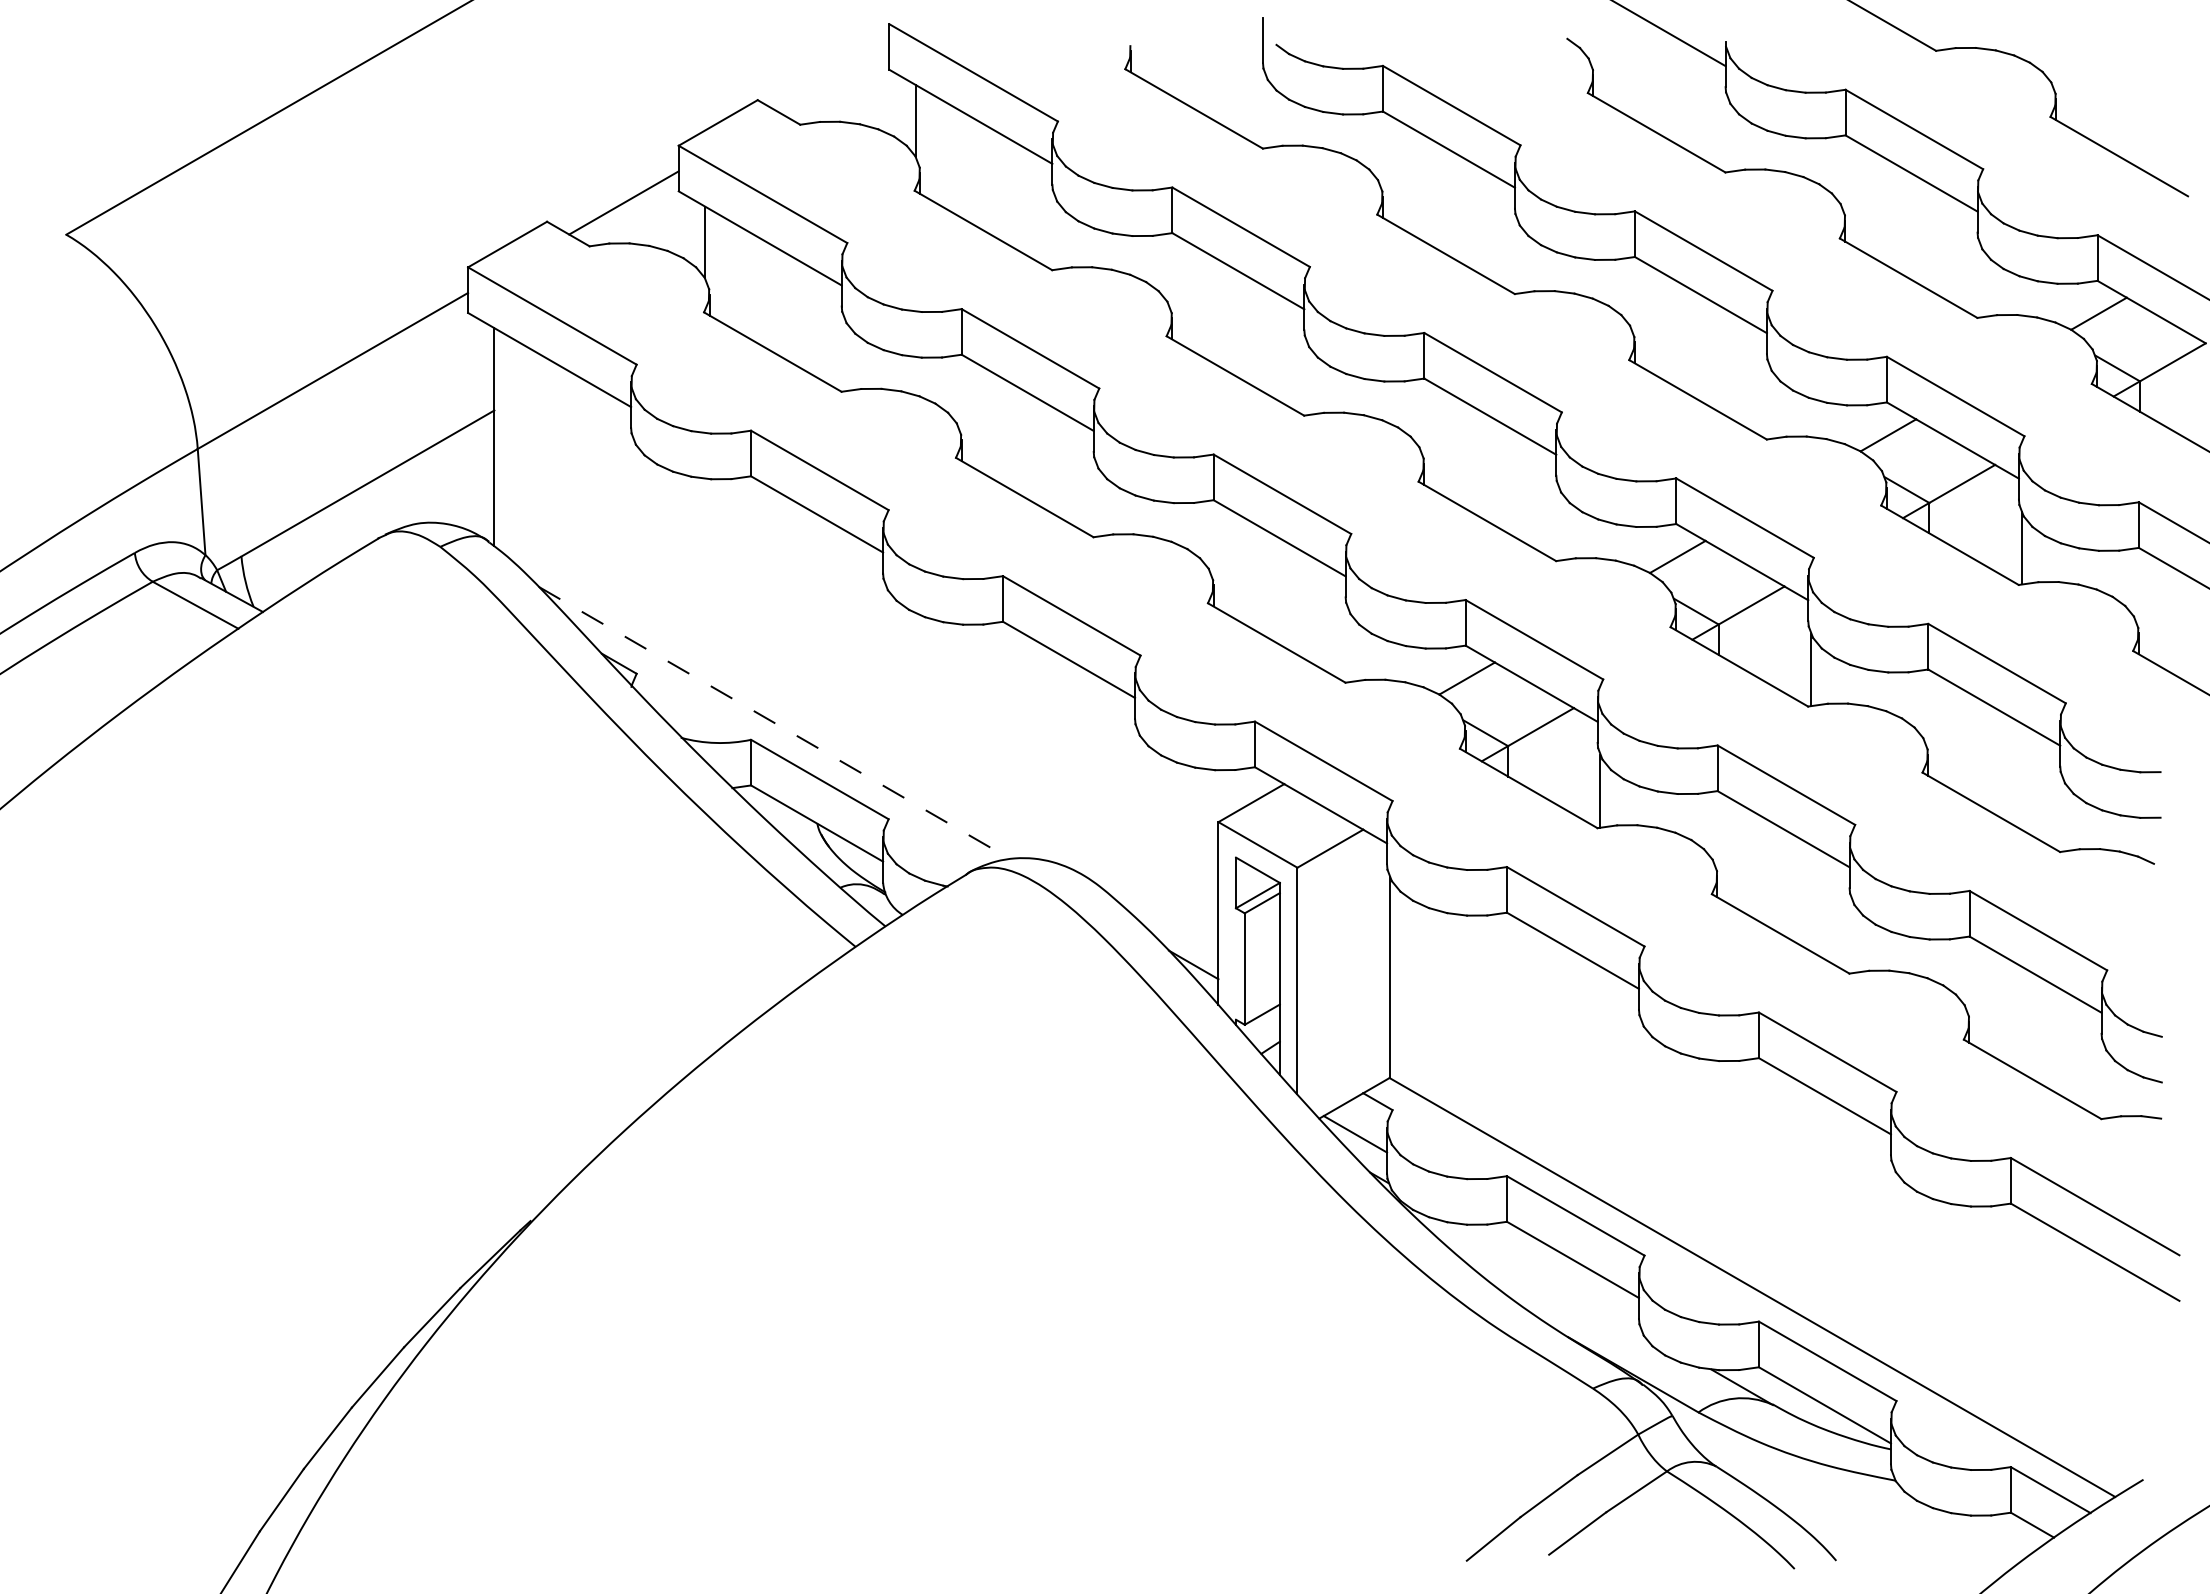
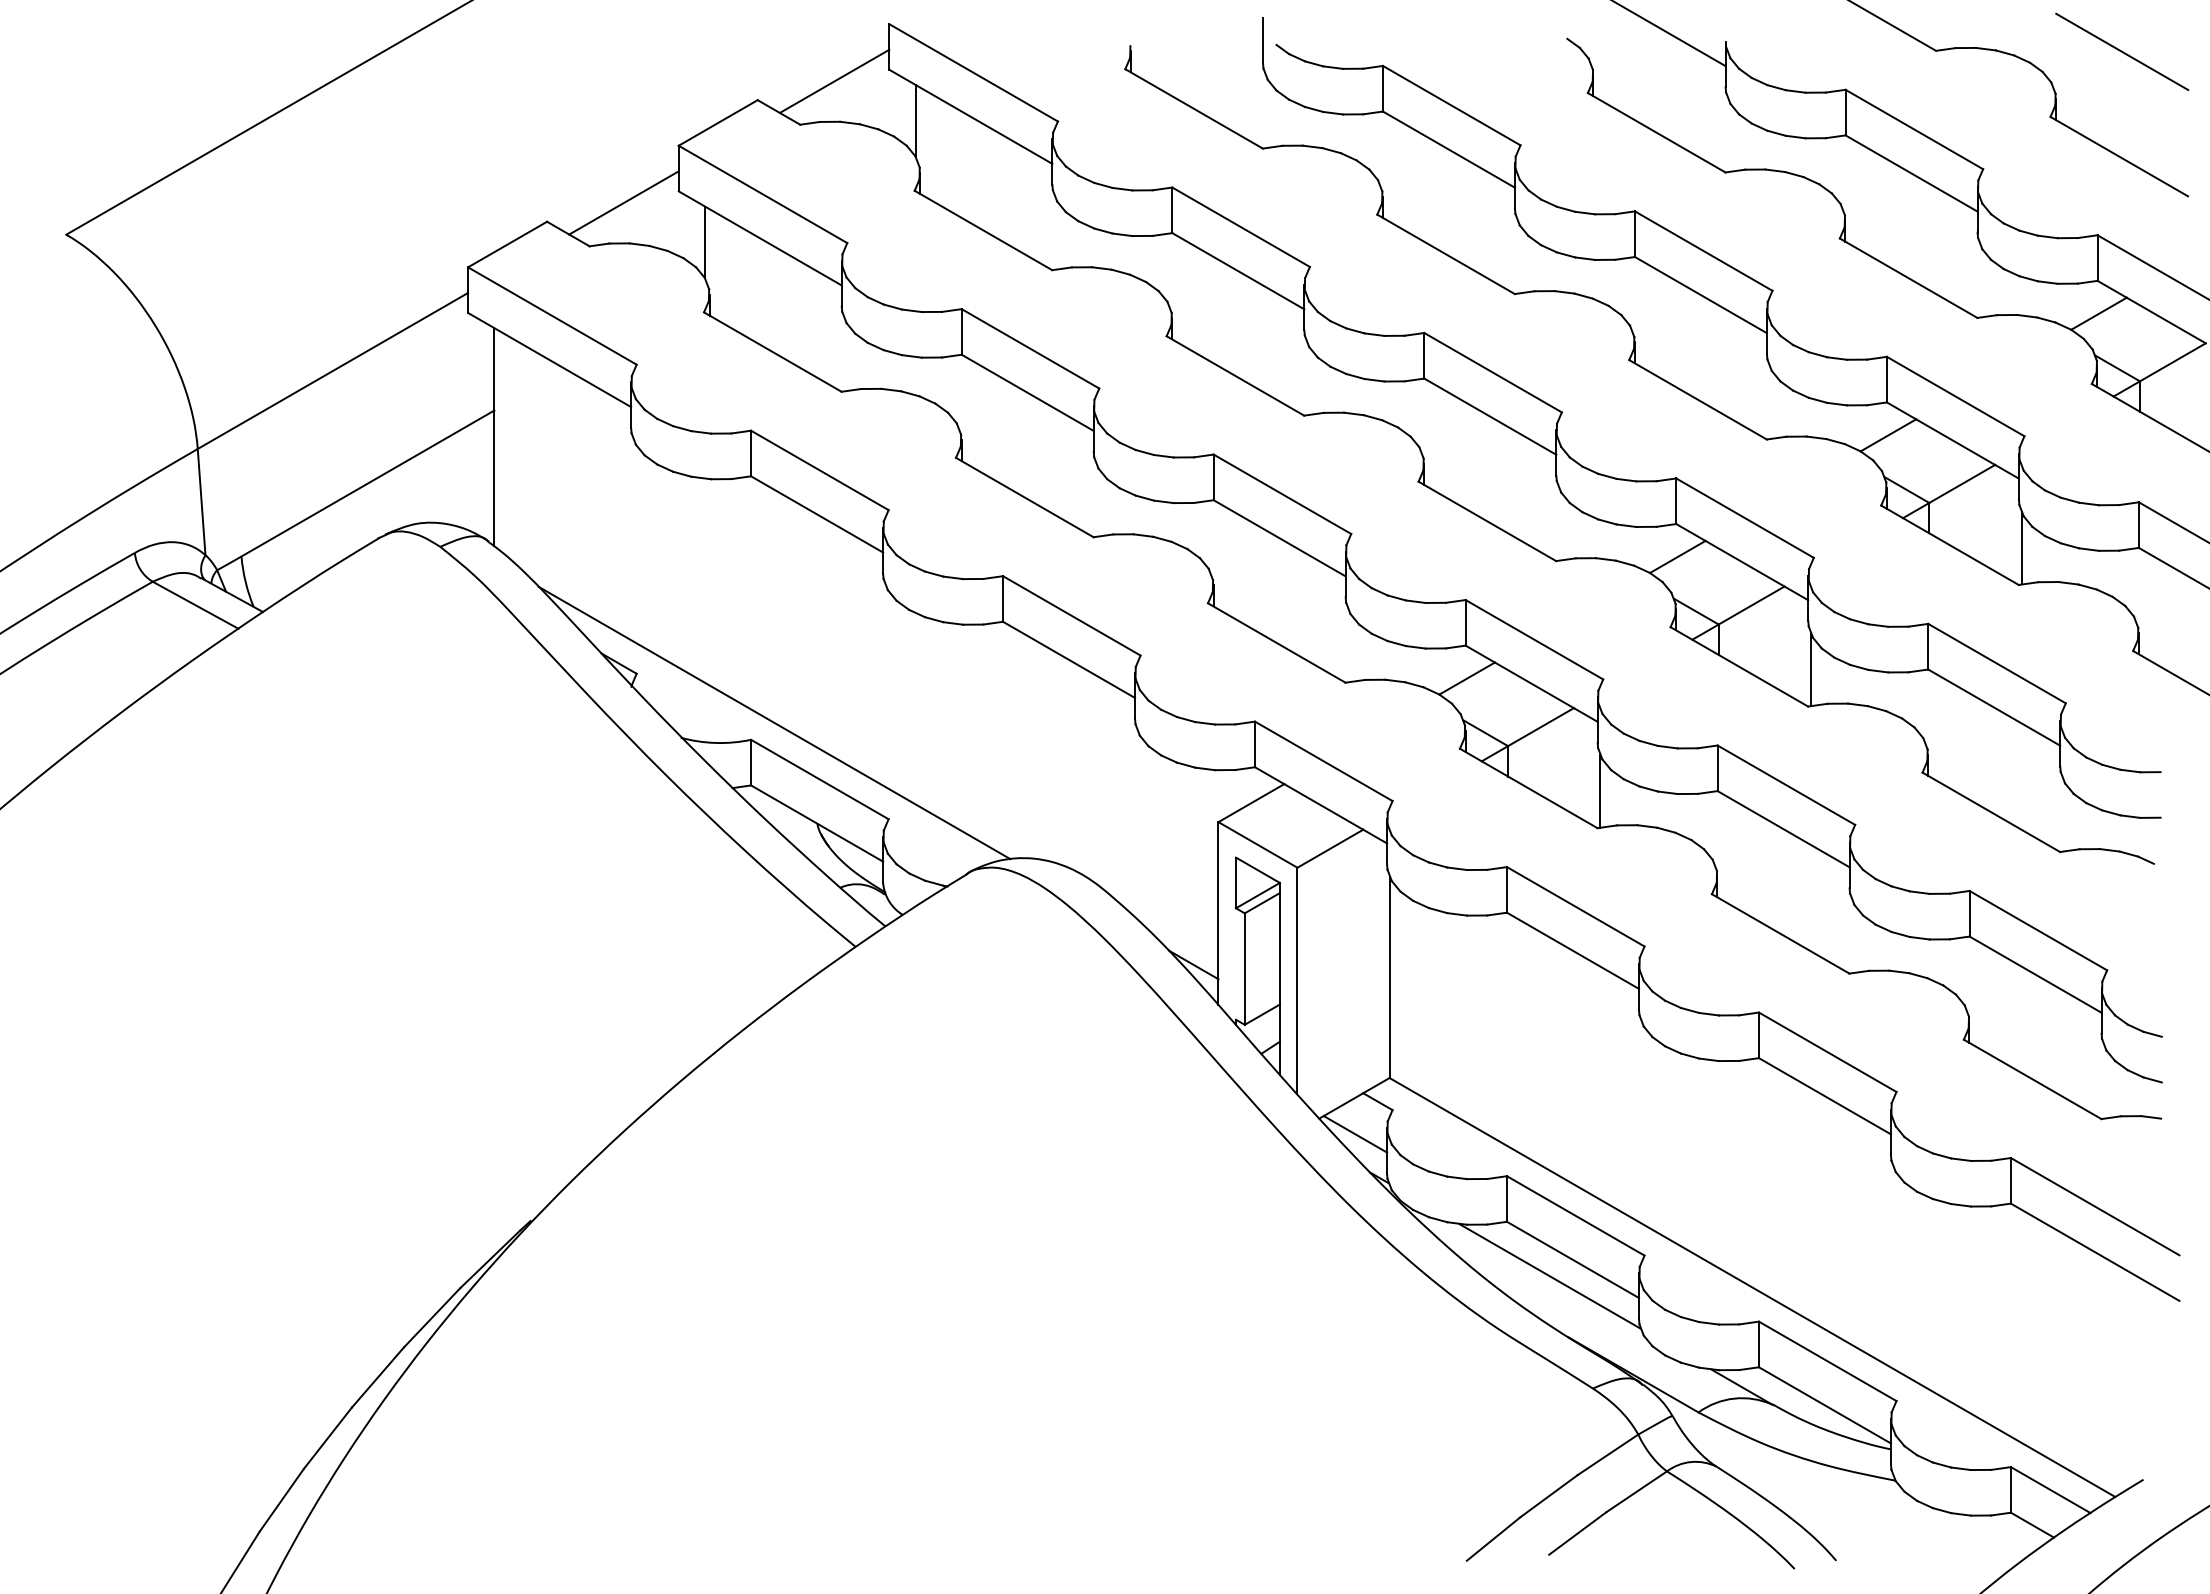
line at (2122, 51): none -> present
line at (834, 80): none -> present
line at (775, 723): dashed -> solid
line at (1549, 1276): none -> present
